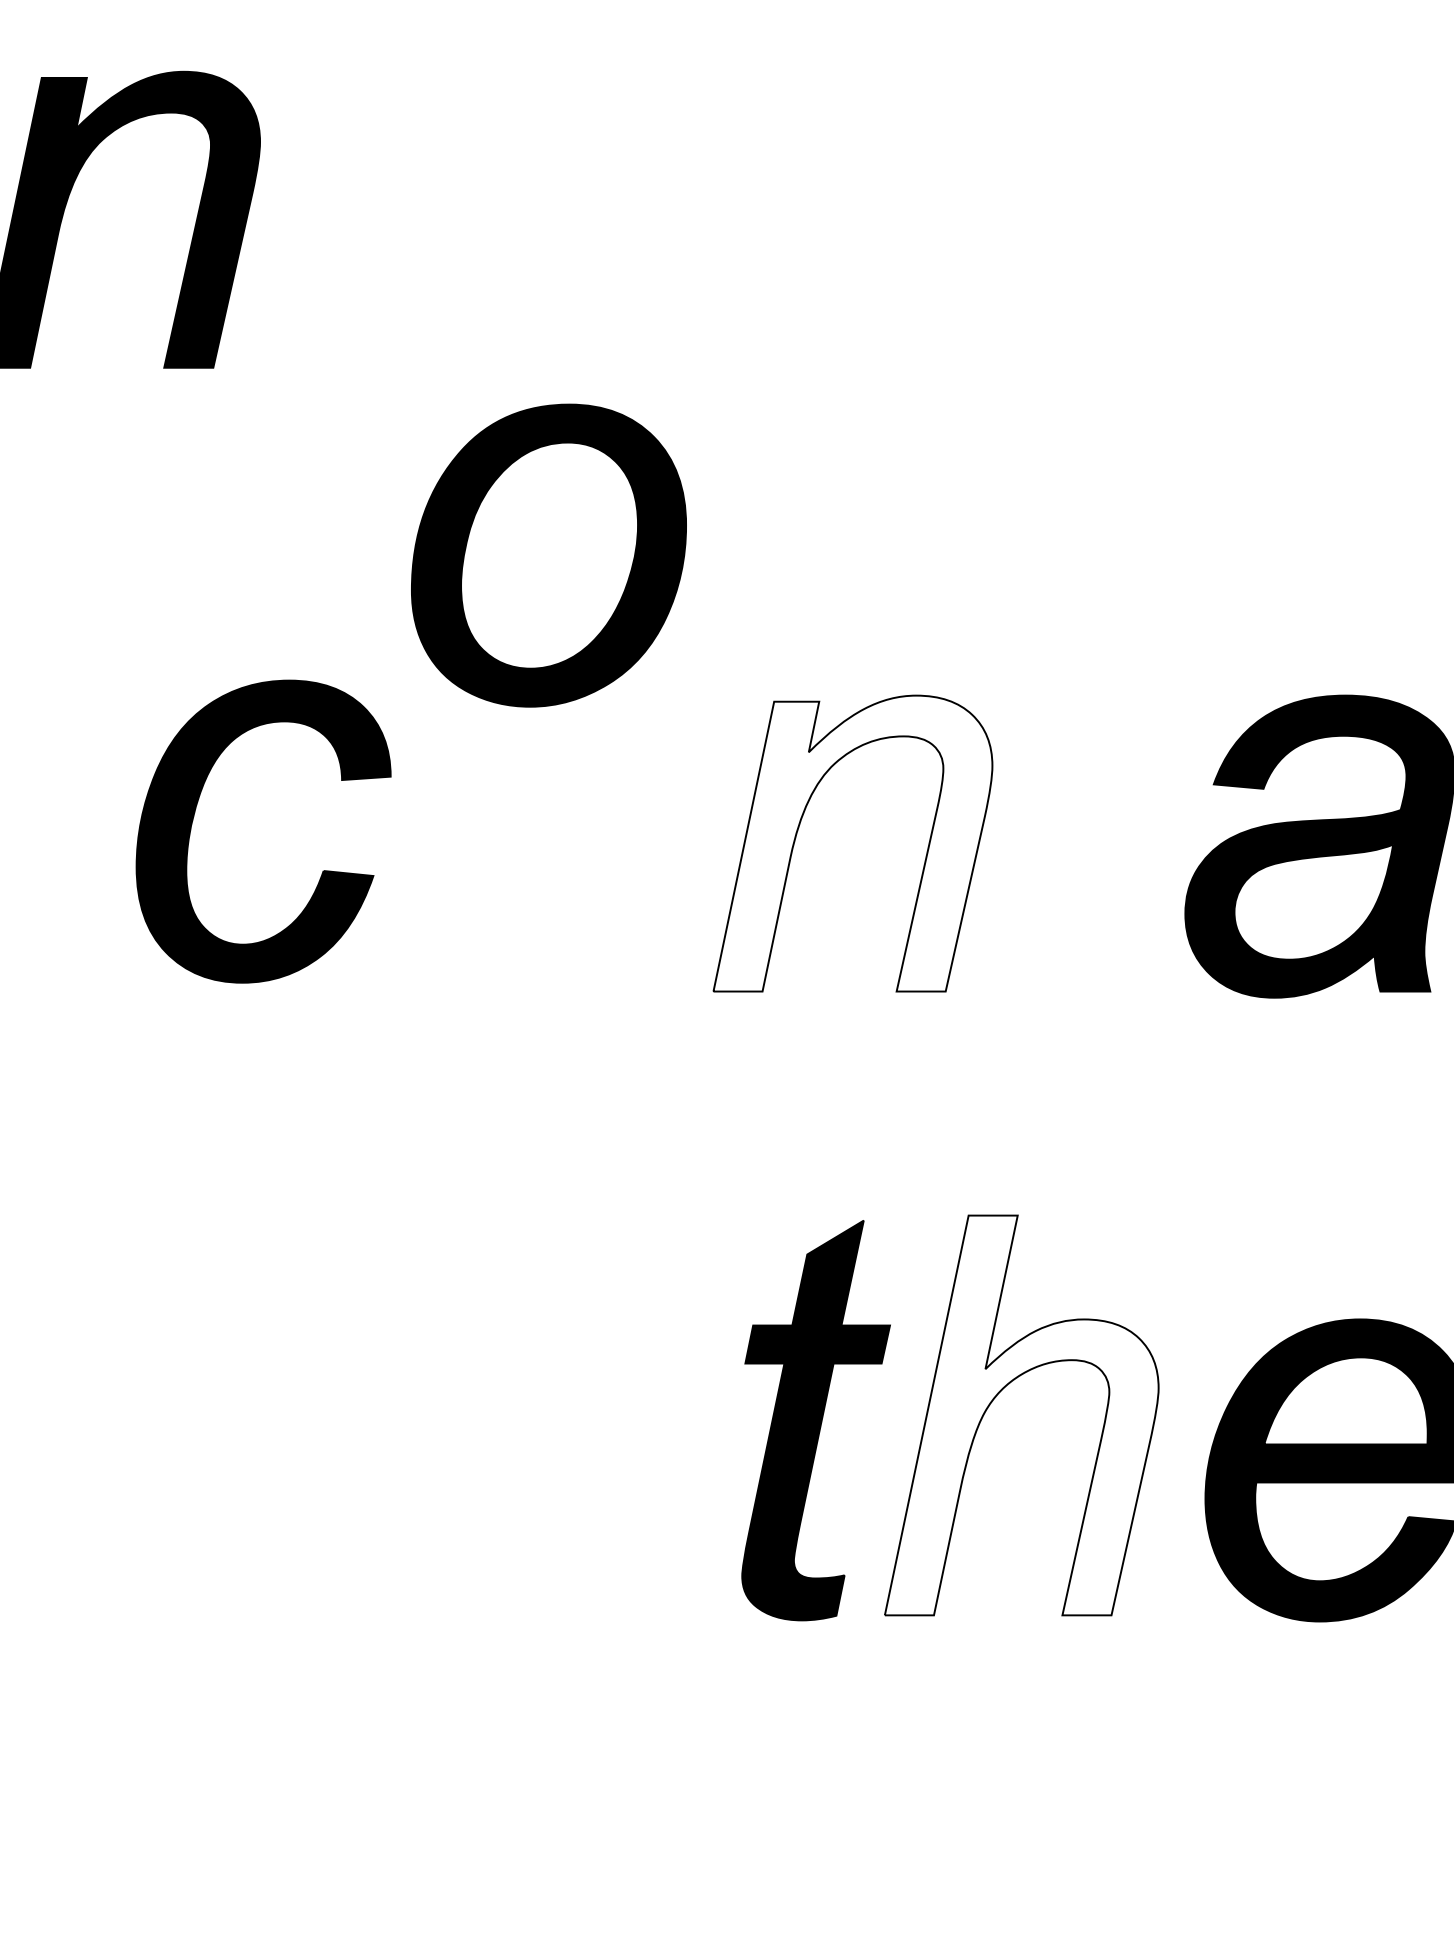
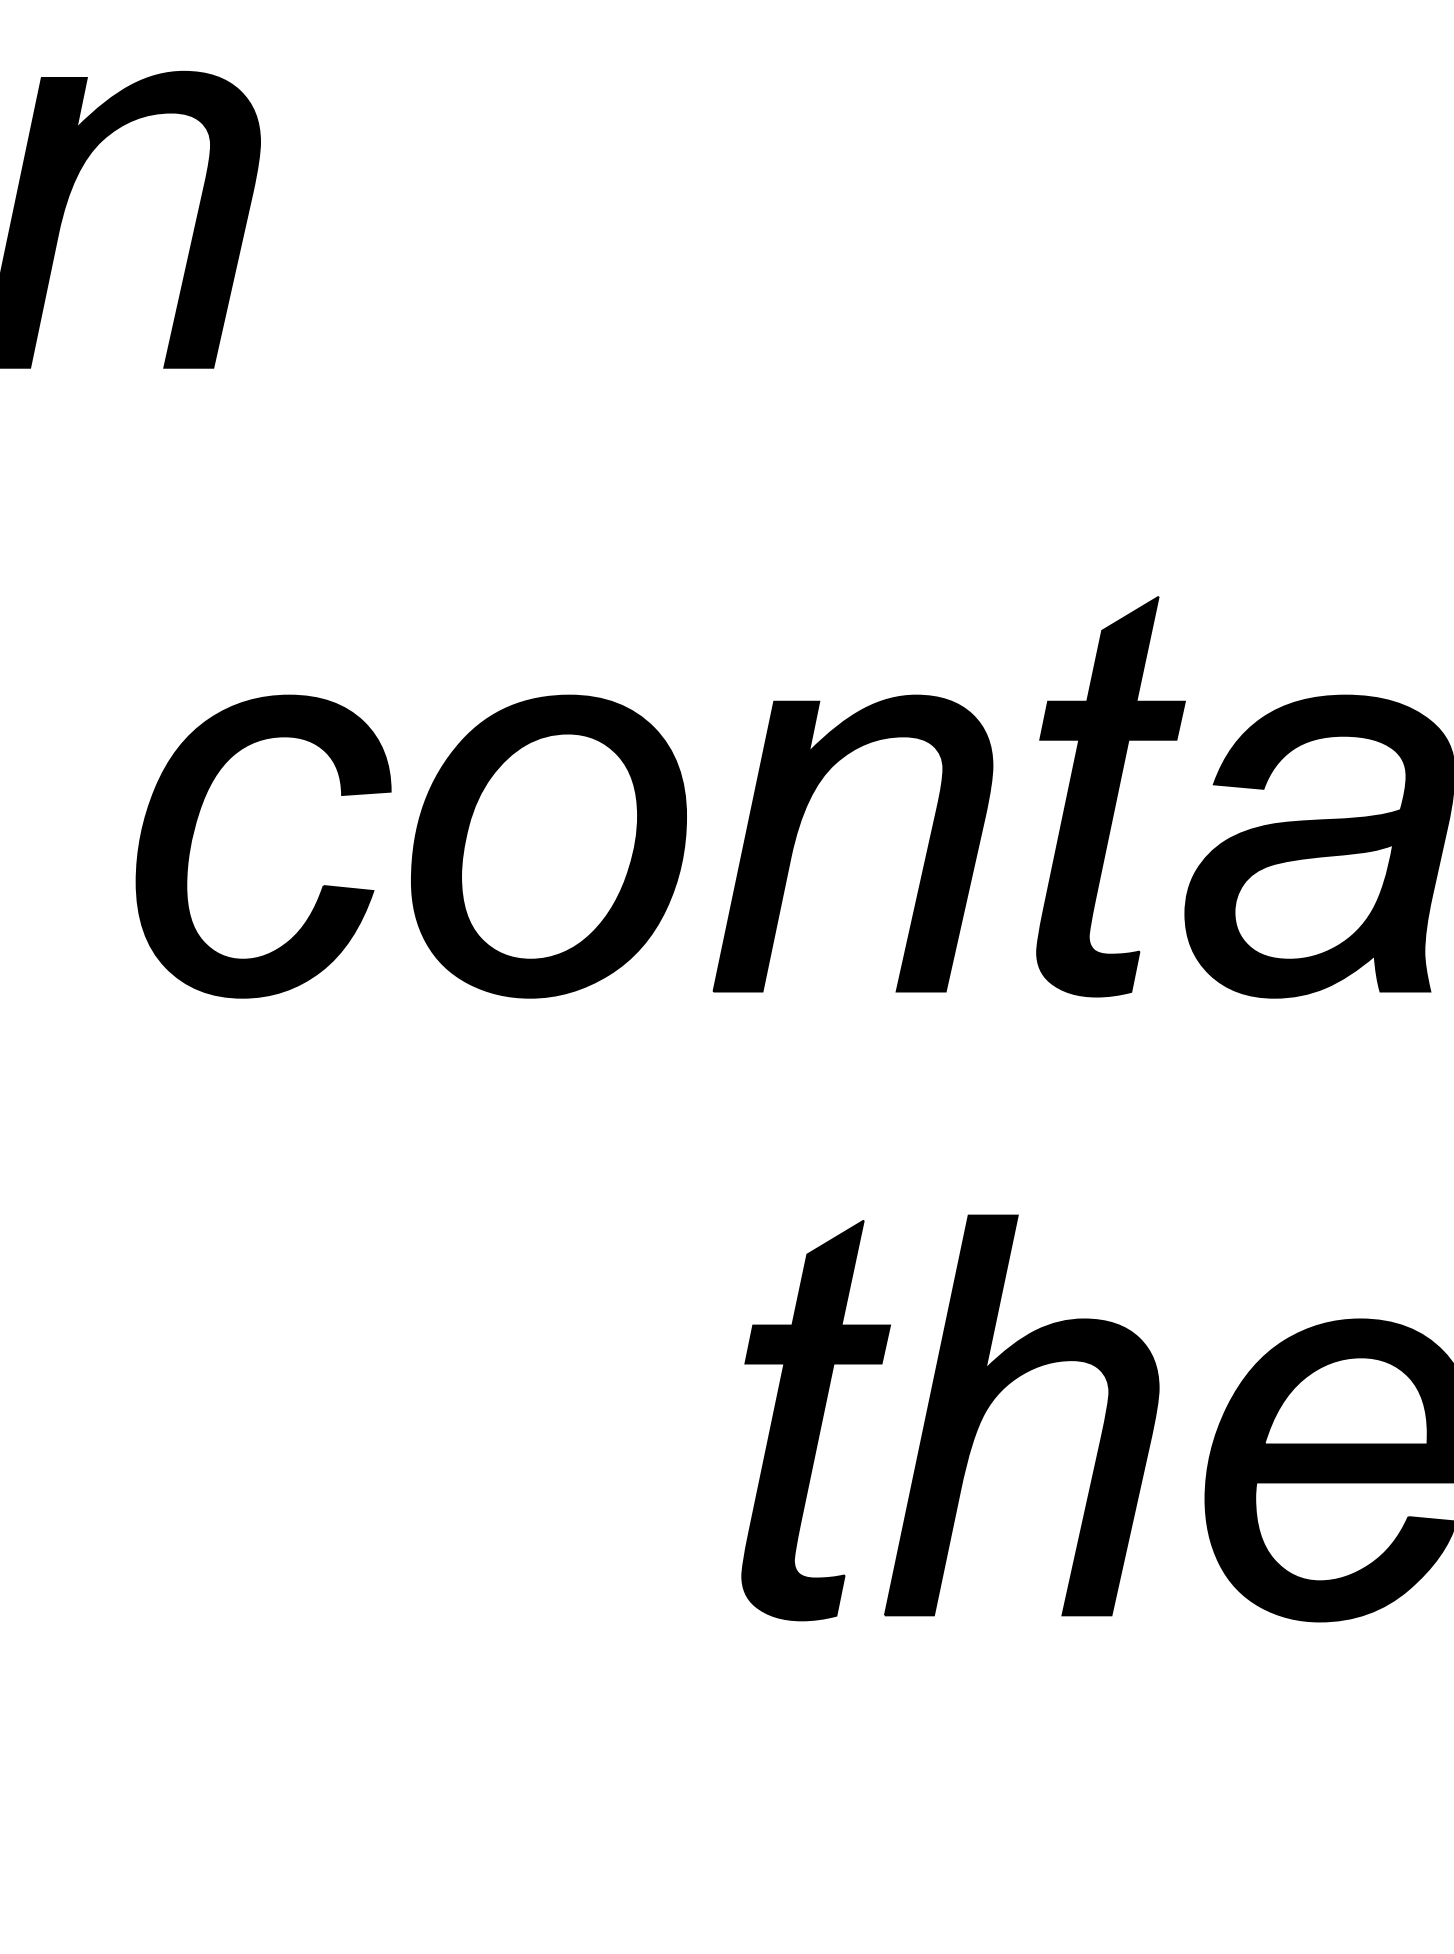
part at (548, 555) position: (548, 555) -> (548, 846)
part at (1110, 796): none -> present
part at (195, 812) position: (195, 812) -> (195, 827)
fill at (852, 843): none -> present
fill at (1021, 1415): none -> present
